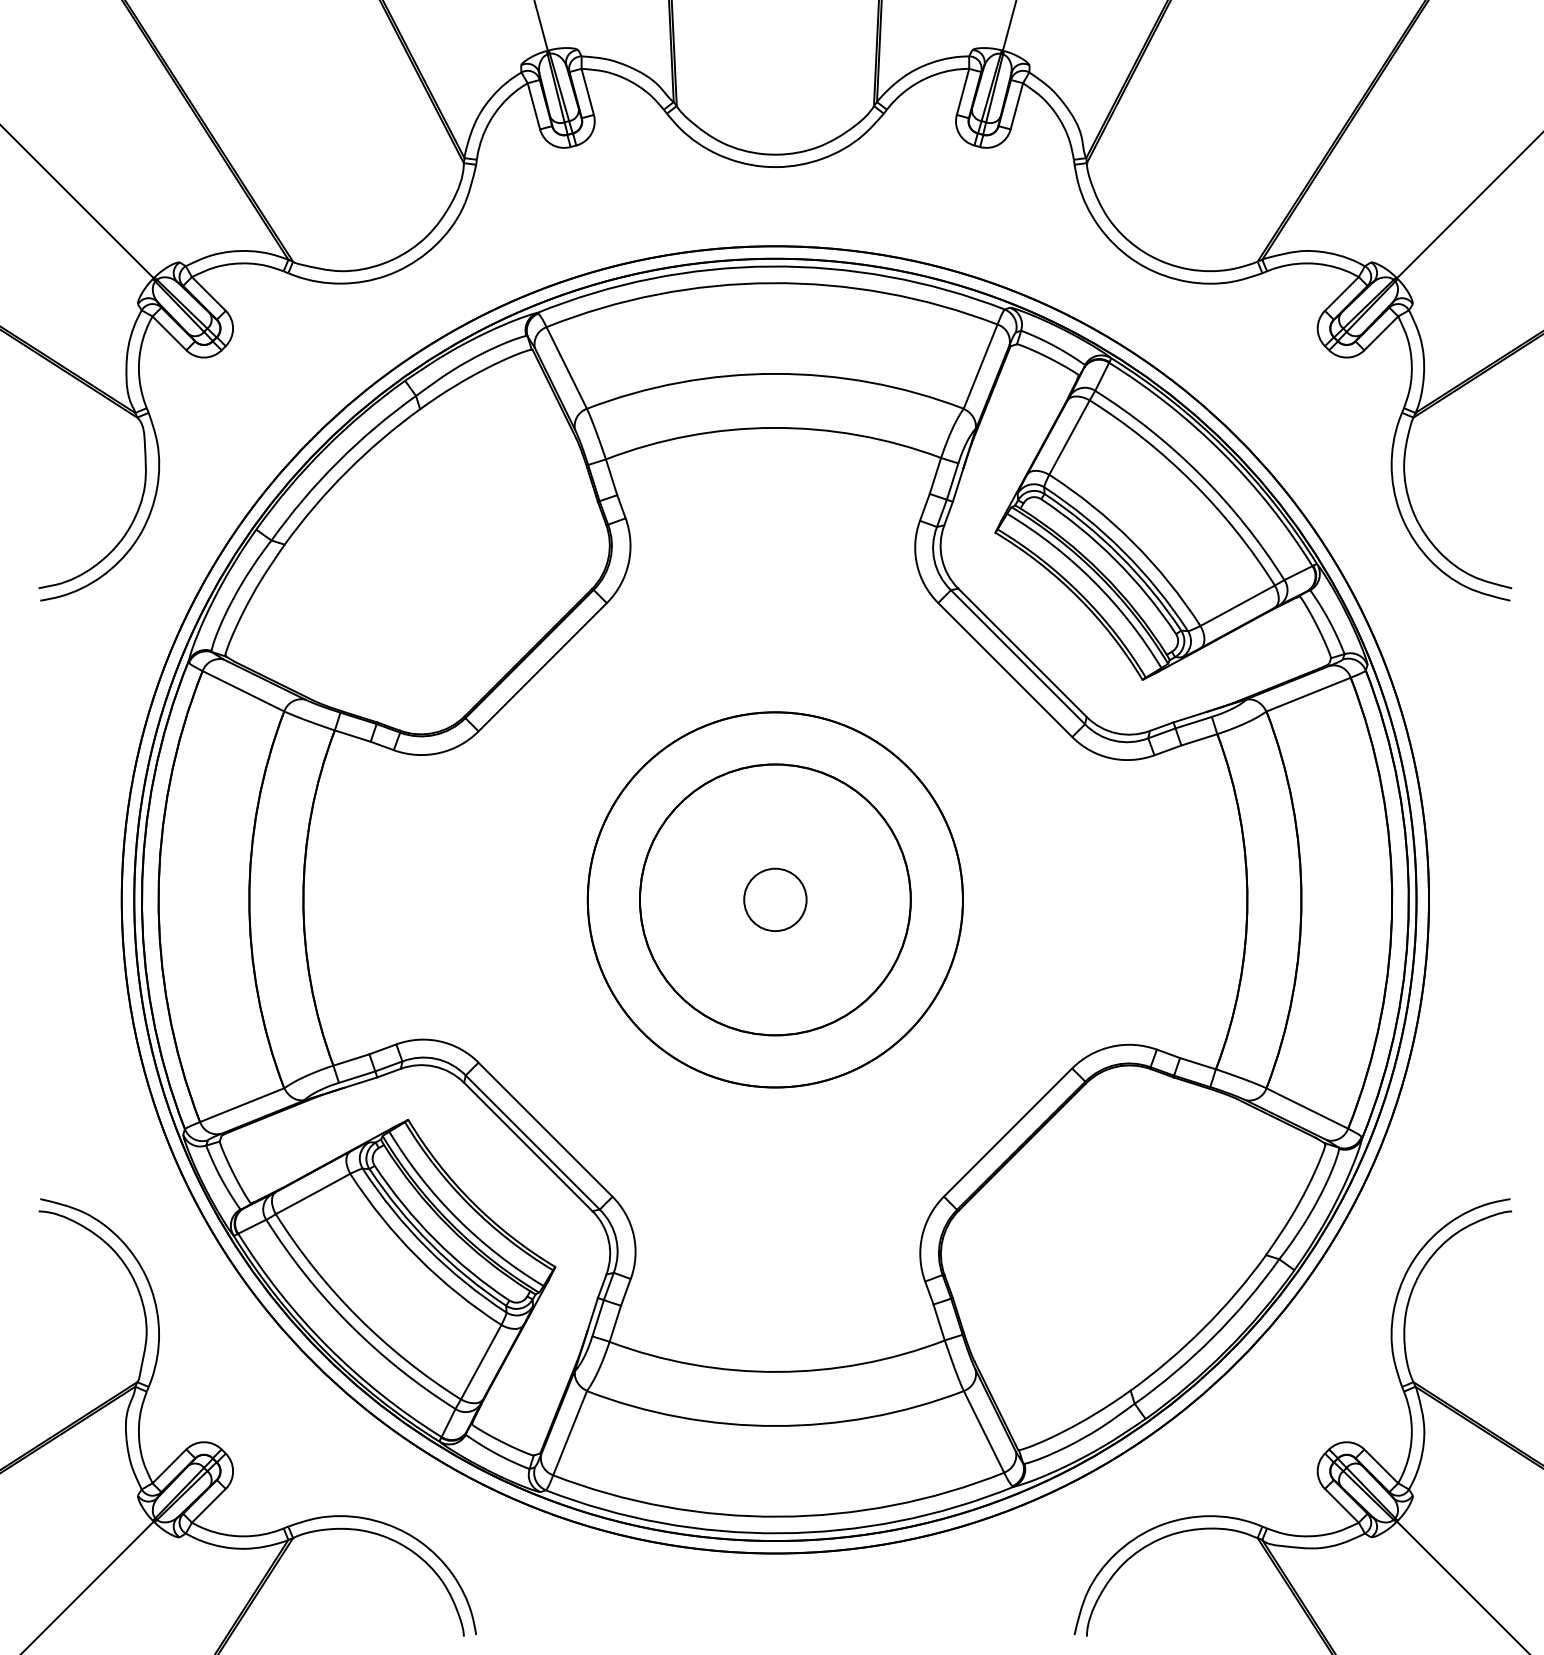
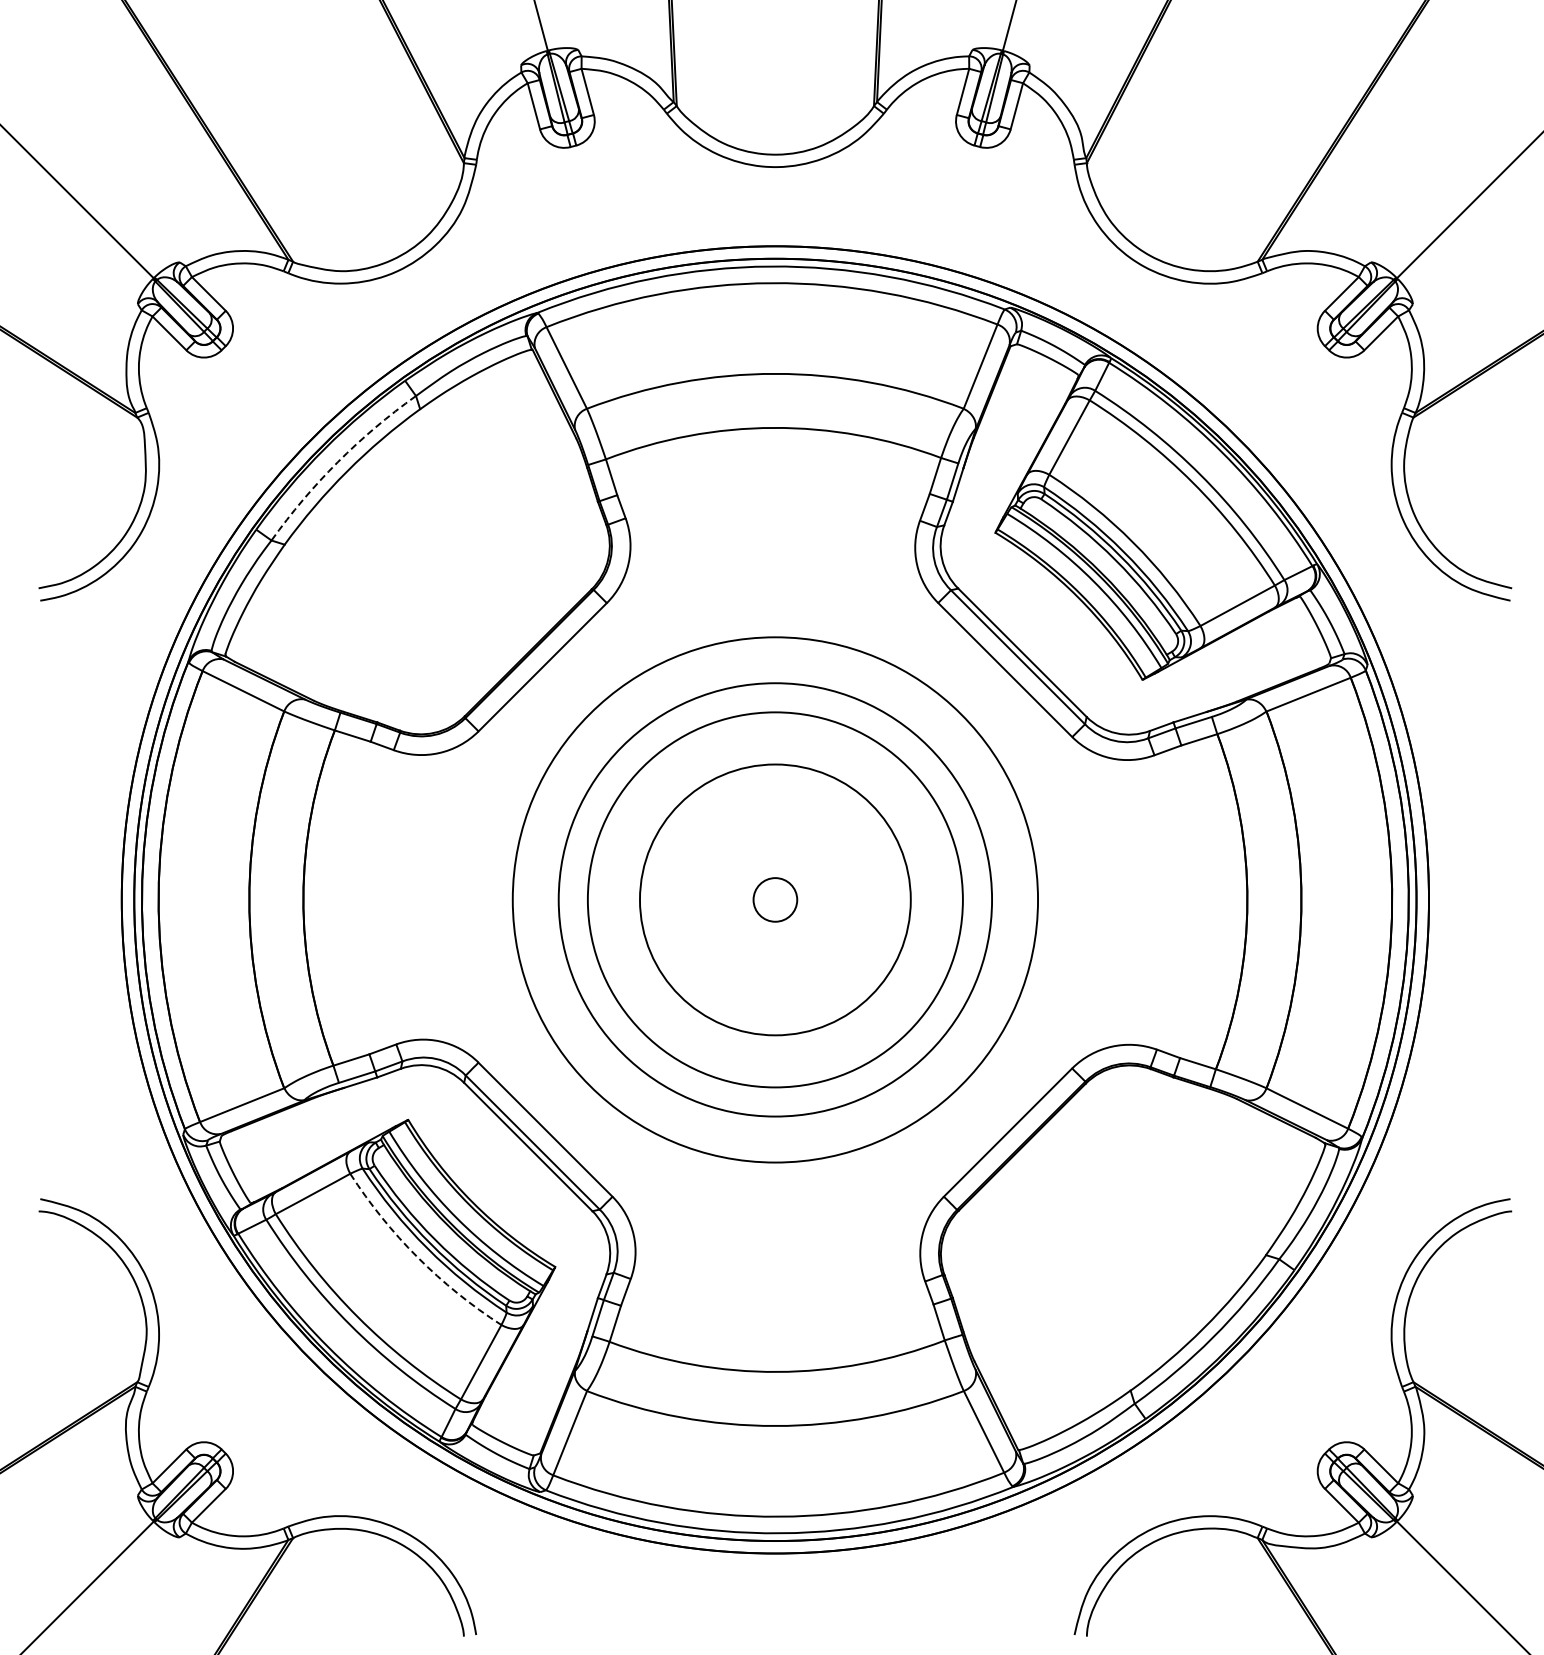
arc at (337, 462): solid -> dashed
circle at (774, 899) diameter: 271 px -> 433 px
circle at (774, 899) diameter: 375 px -> 525 px
circle at (775, 899) diameter: 62 px -> 44 px
arc at (417, 1257): solid -> dashed
